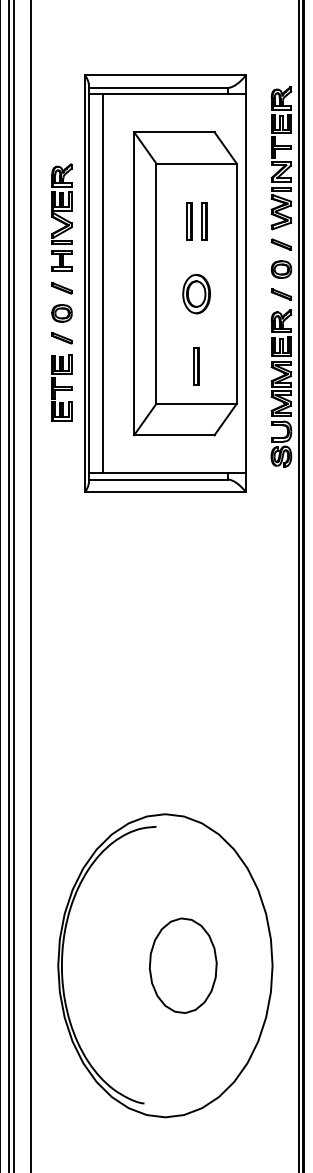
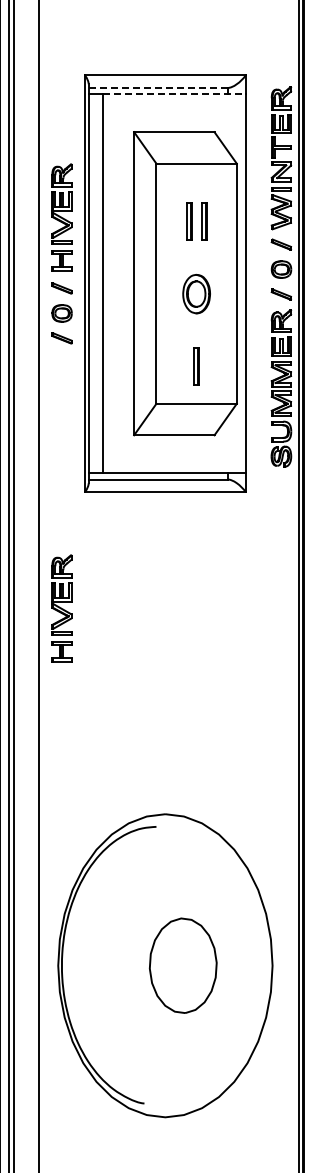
line at (158, 87): solid -> dashed
line at (174, 94): solid -> dashed
part at (61, 387): present -> none
line at (31, 585) position: (31, 585) -> (39, 585)
part at (61, 608): none -> present
